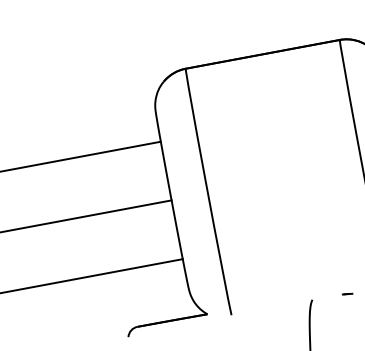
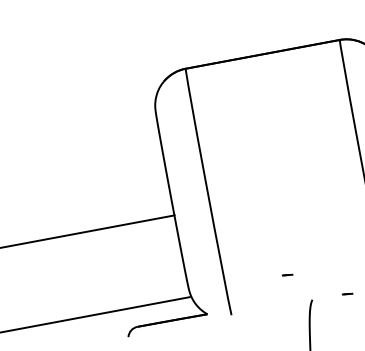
line at (81, 156): present -> none
line at (86, 216) position: (86, 216) -> (88, 231)
part at (287, 274): none -> present
line at (92, 275) position: (92, 275) -> (95, 314)
